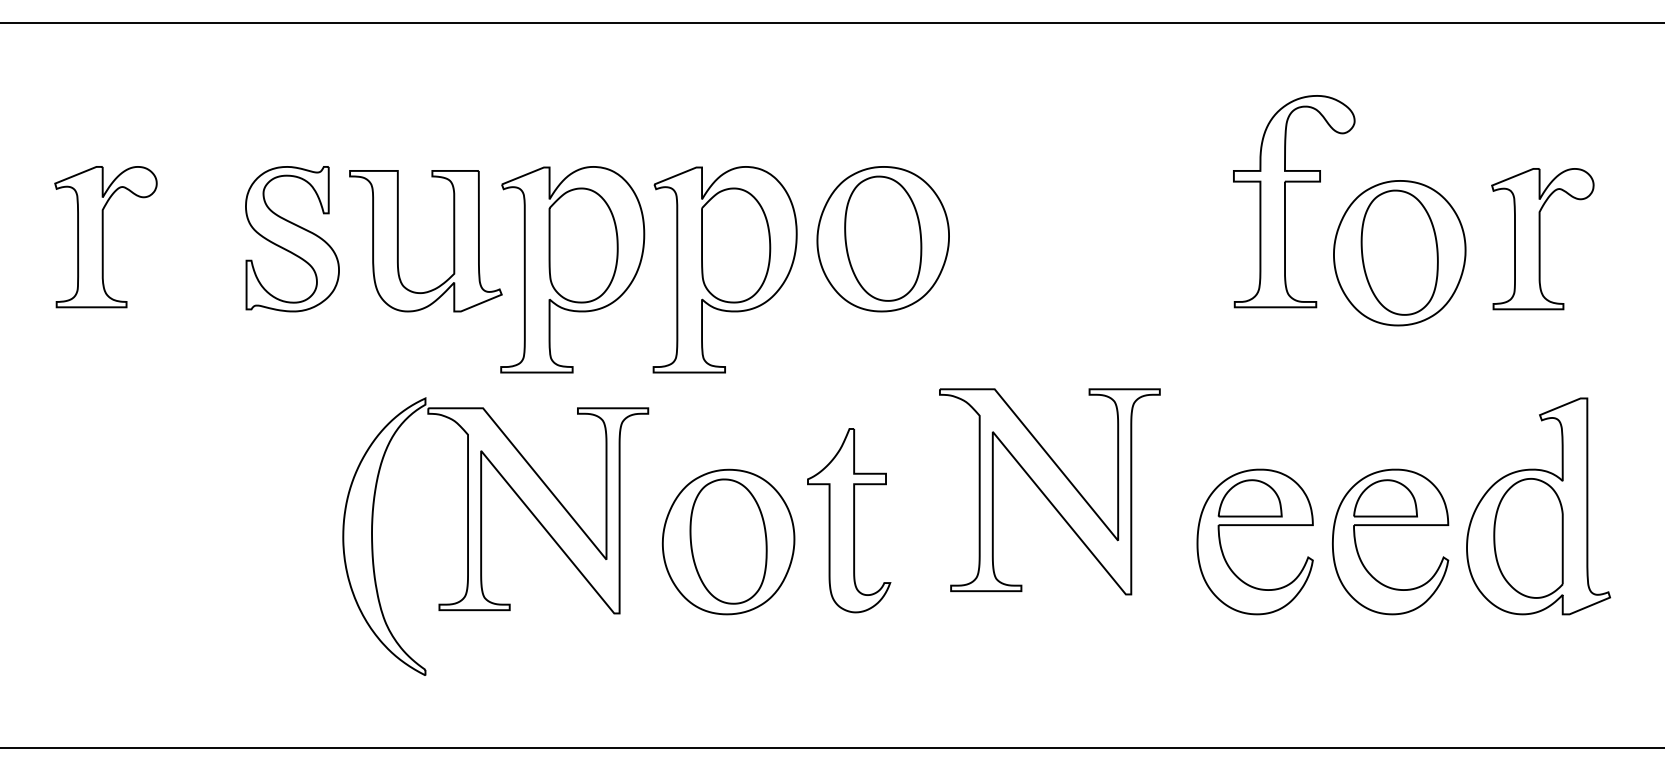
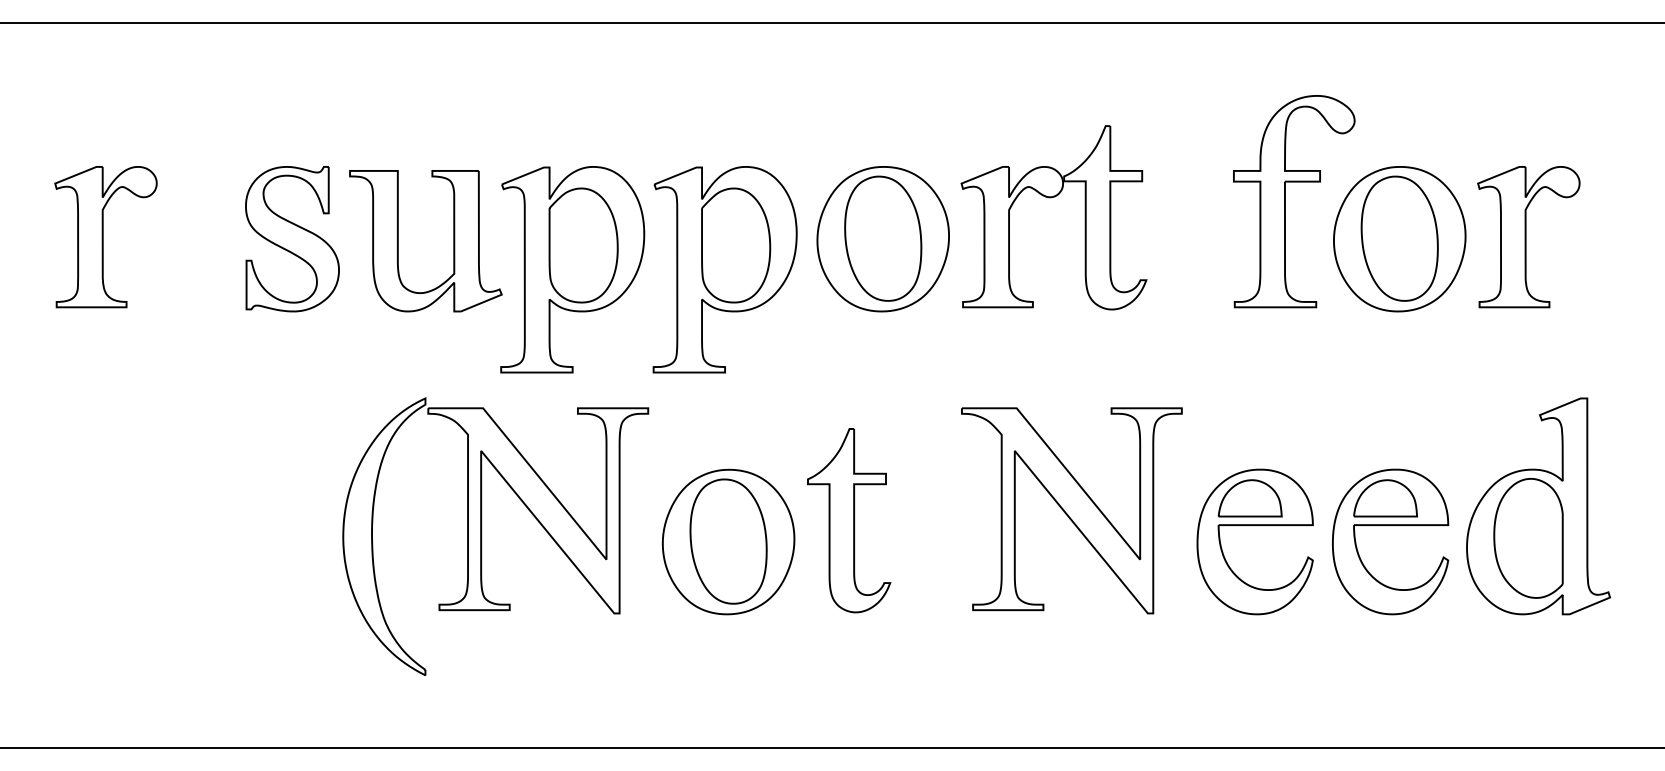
part at (1051, 198): none -> present
part at (1542, 239) position: (1542, 239) -> (1528, 237)
part at (1399, 253) position: (1399, 253) -> (1399, 239)
part at (1049, 491) position: (1049, 491) -> (1071, 510)
